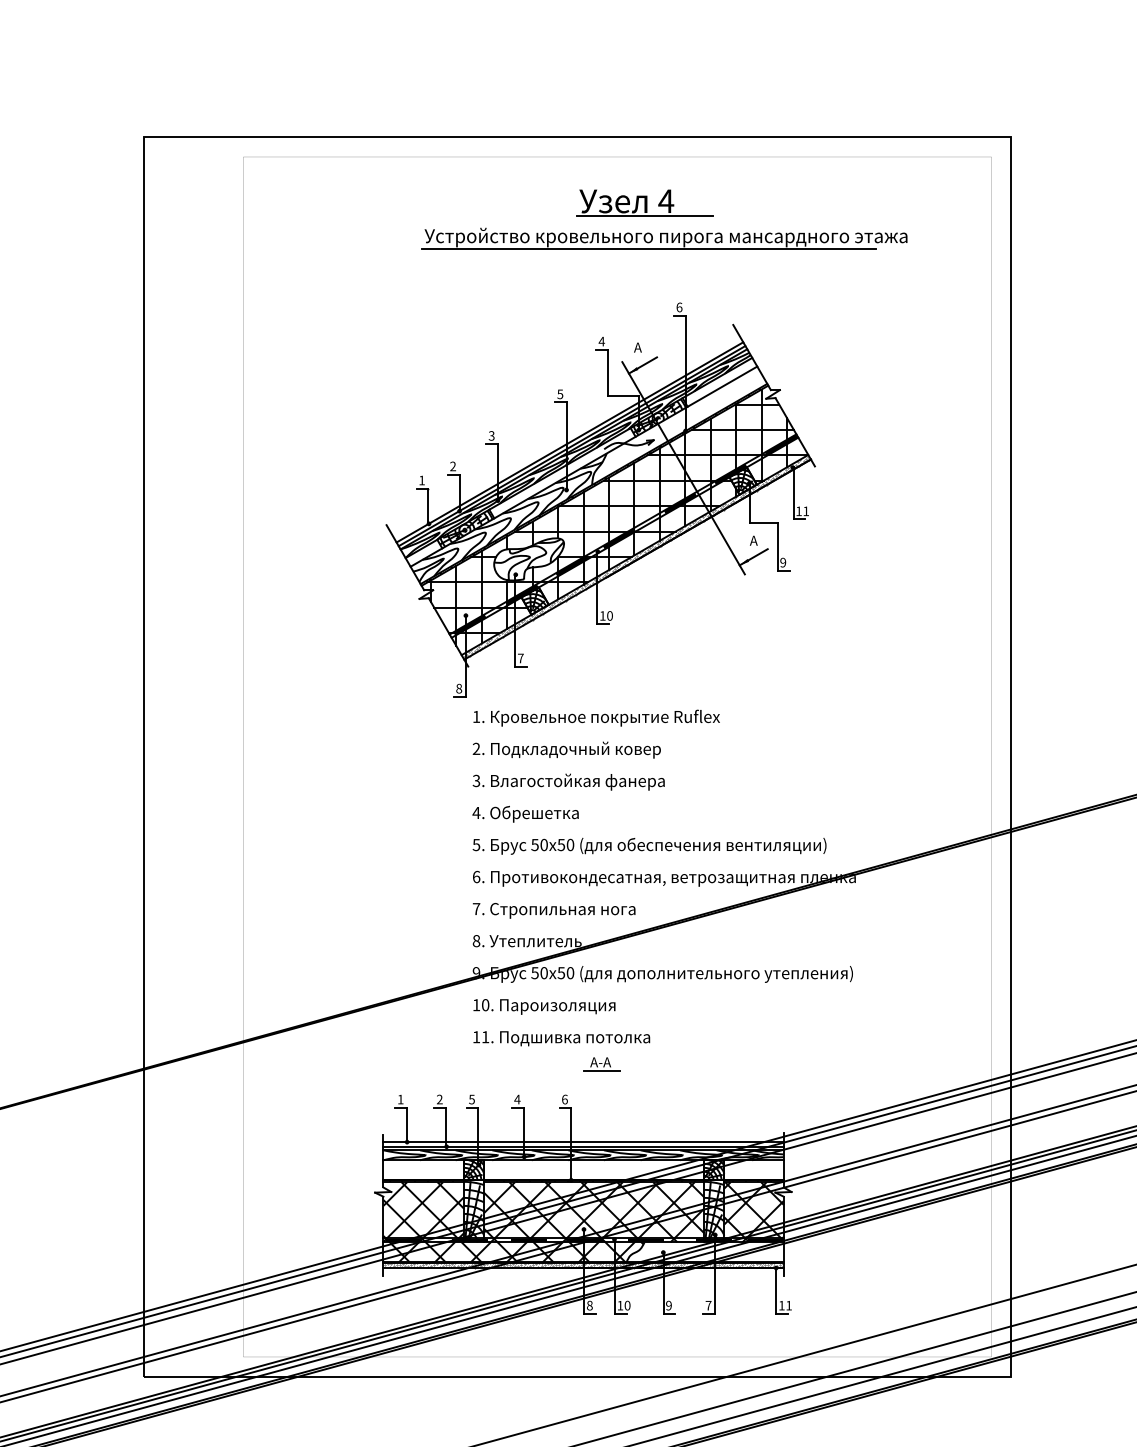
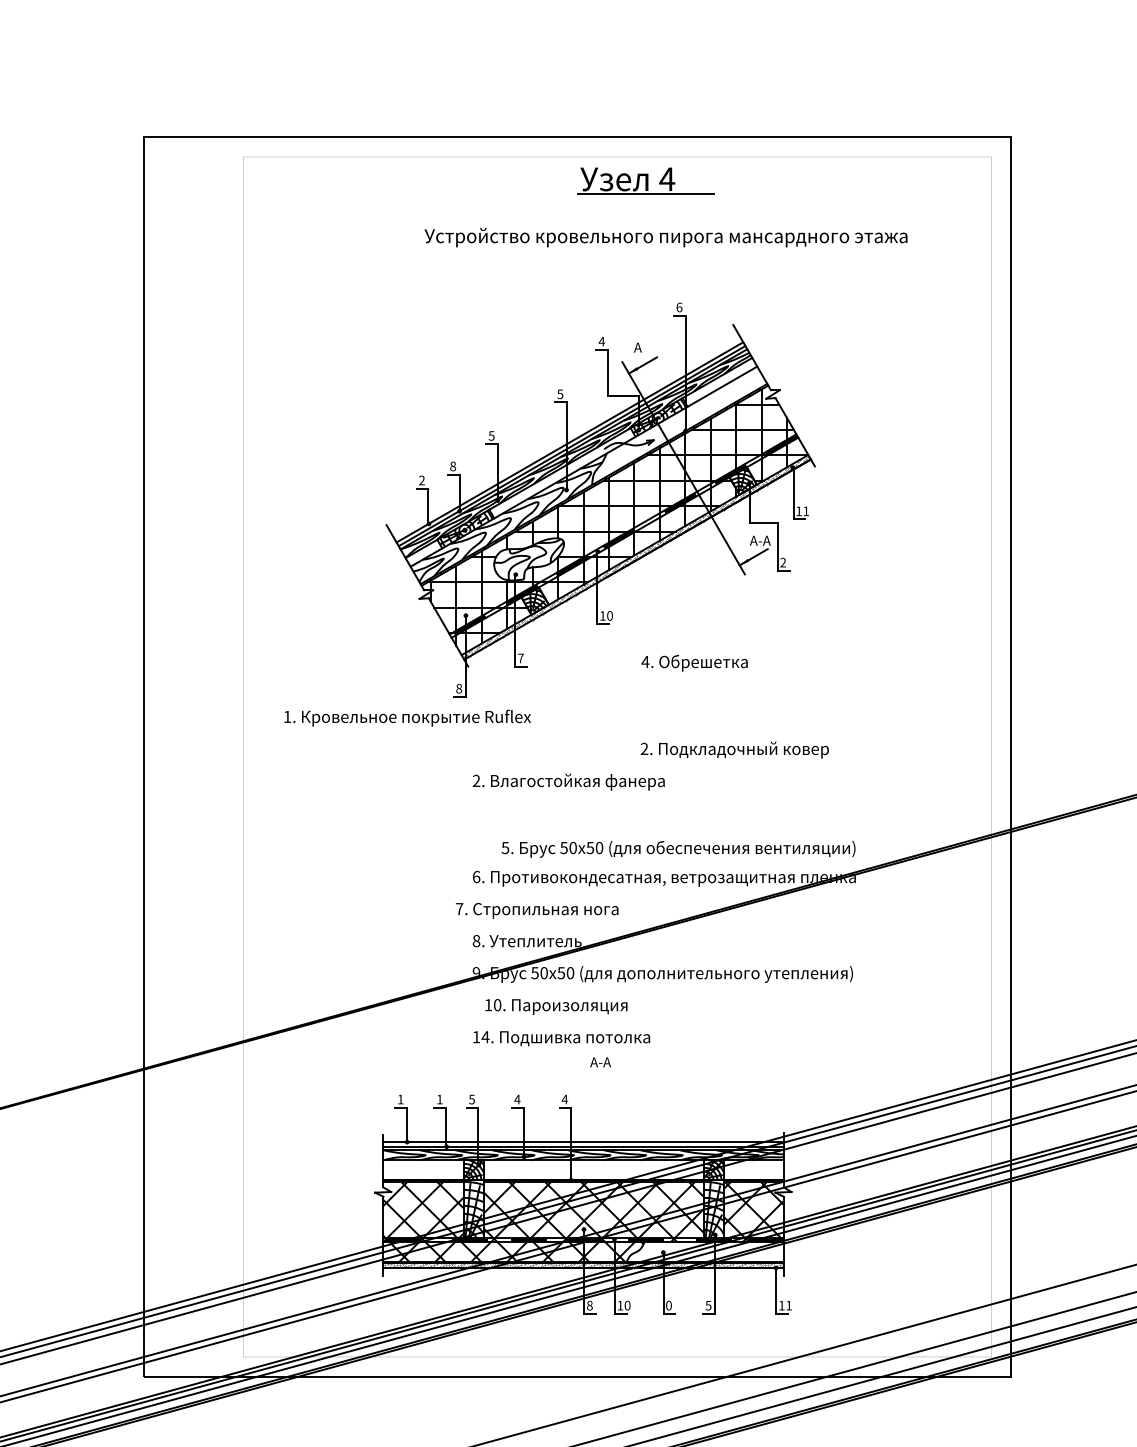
part at (644, 202) position: (644, 202) -> (645, 180)
line at (648, 249): present -> none
text at (491, 435): 3 -> 5
text at (453, 466): 2 -> 8
text at (421, 480): 1 -> 2
text at (764, 540): А -> А-А
text at (783, 562): 9 -> 2
text at (596, 717) position: (596, 717) -> (407, 717)
text at (566, 749) position: (566, 749) -> (734, 749)
text at (476, 781): 3. -> 2.
text at (525, 813) position: (525, 813) -> (694, 662)
text at (649, 845) position: (649, 845) -> (678, 848)
text at (553, 910) position: (553, 910) -> (536, 910)
text at (544, 1006) position: (544, 1006) -> (556, 1006)
text at (485, 1037): 11. -> 14.
line at (602, 1071): present -> none
text at (439, 1099): 2 -> 1
text at (564, 1099): 6 -> 4
text at (668, 1305): 9 -> 0
text at (708, 1305): 7 -> 5
